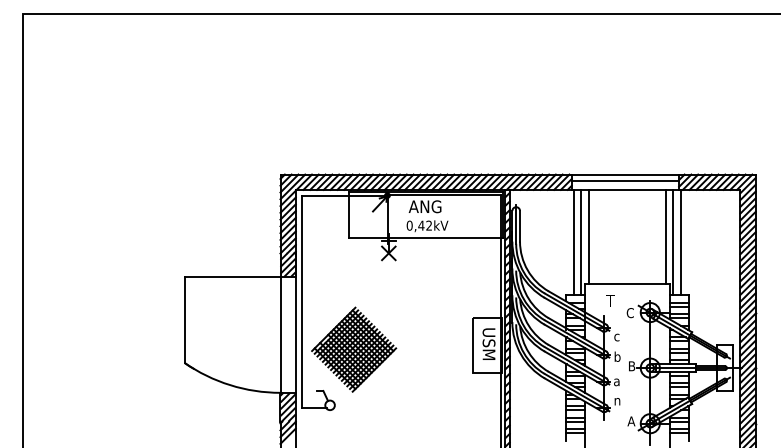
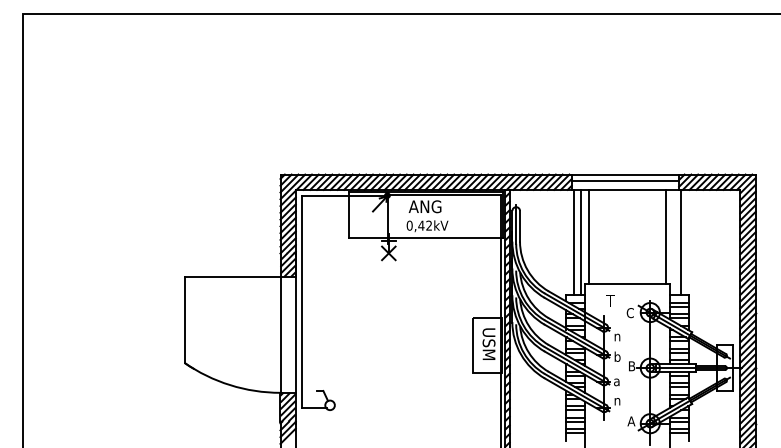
line at (673, 242): present -> none
text at (617, 337): c -> n
part at (354, 349): present -> none
